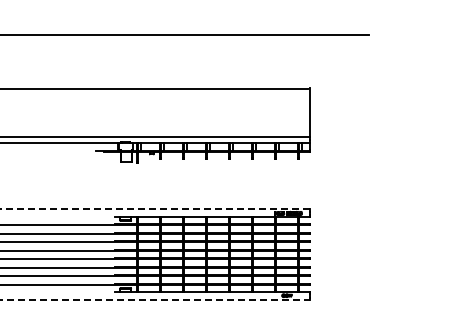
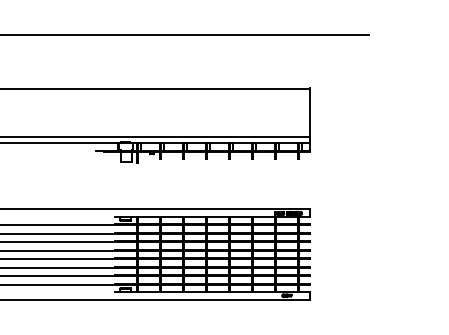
line at (155, 209): dashed -> solid
line at (155, 299): dashed -> solid
